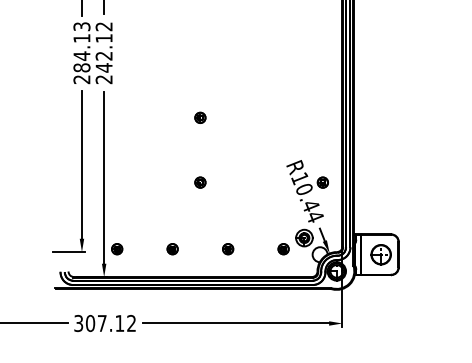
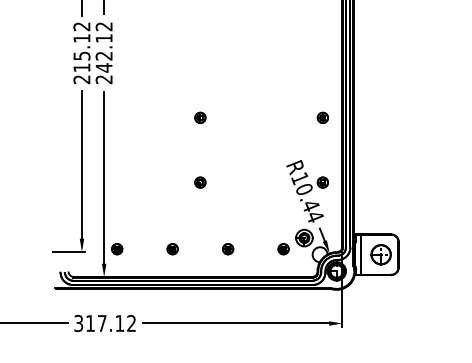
text at (81, 47): 284.13 -> 215.12
part at (322, 117): none -> present
text at (90, 323): 307.12 -> 317.12
